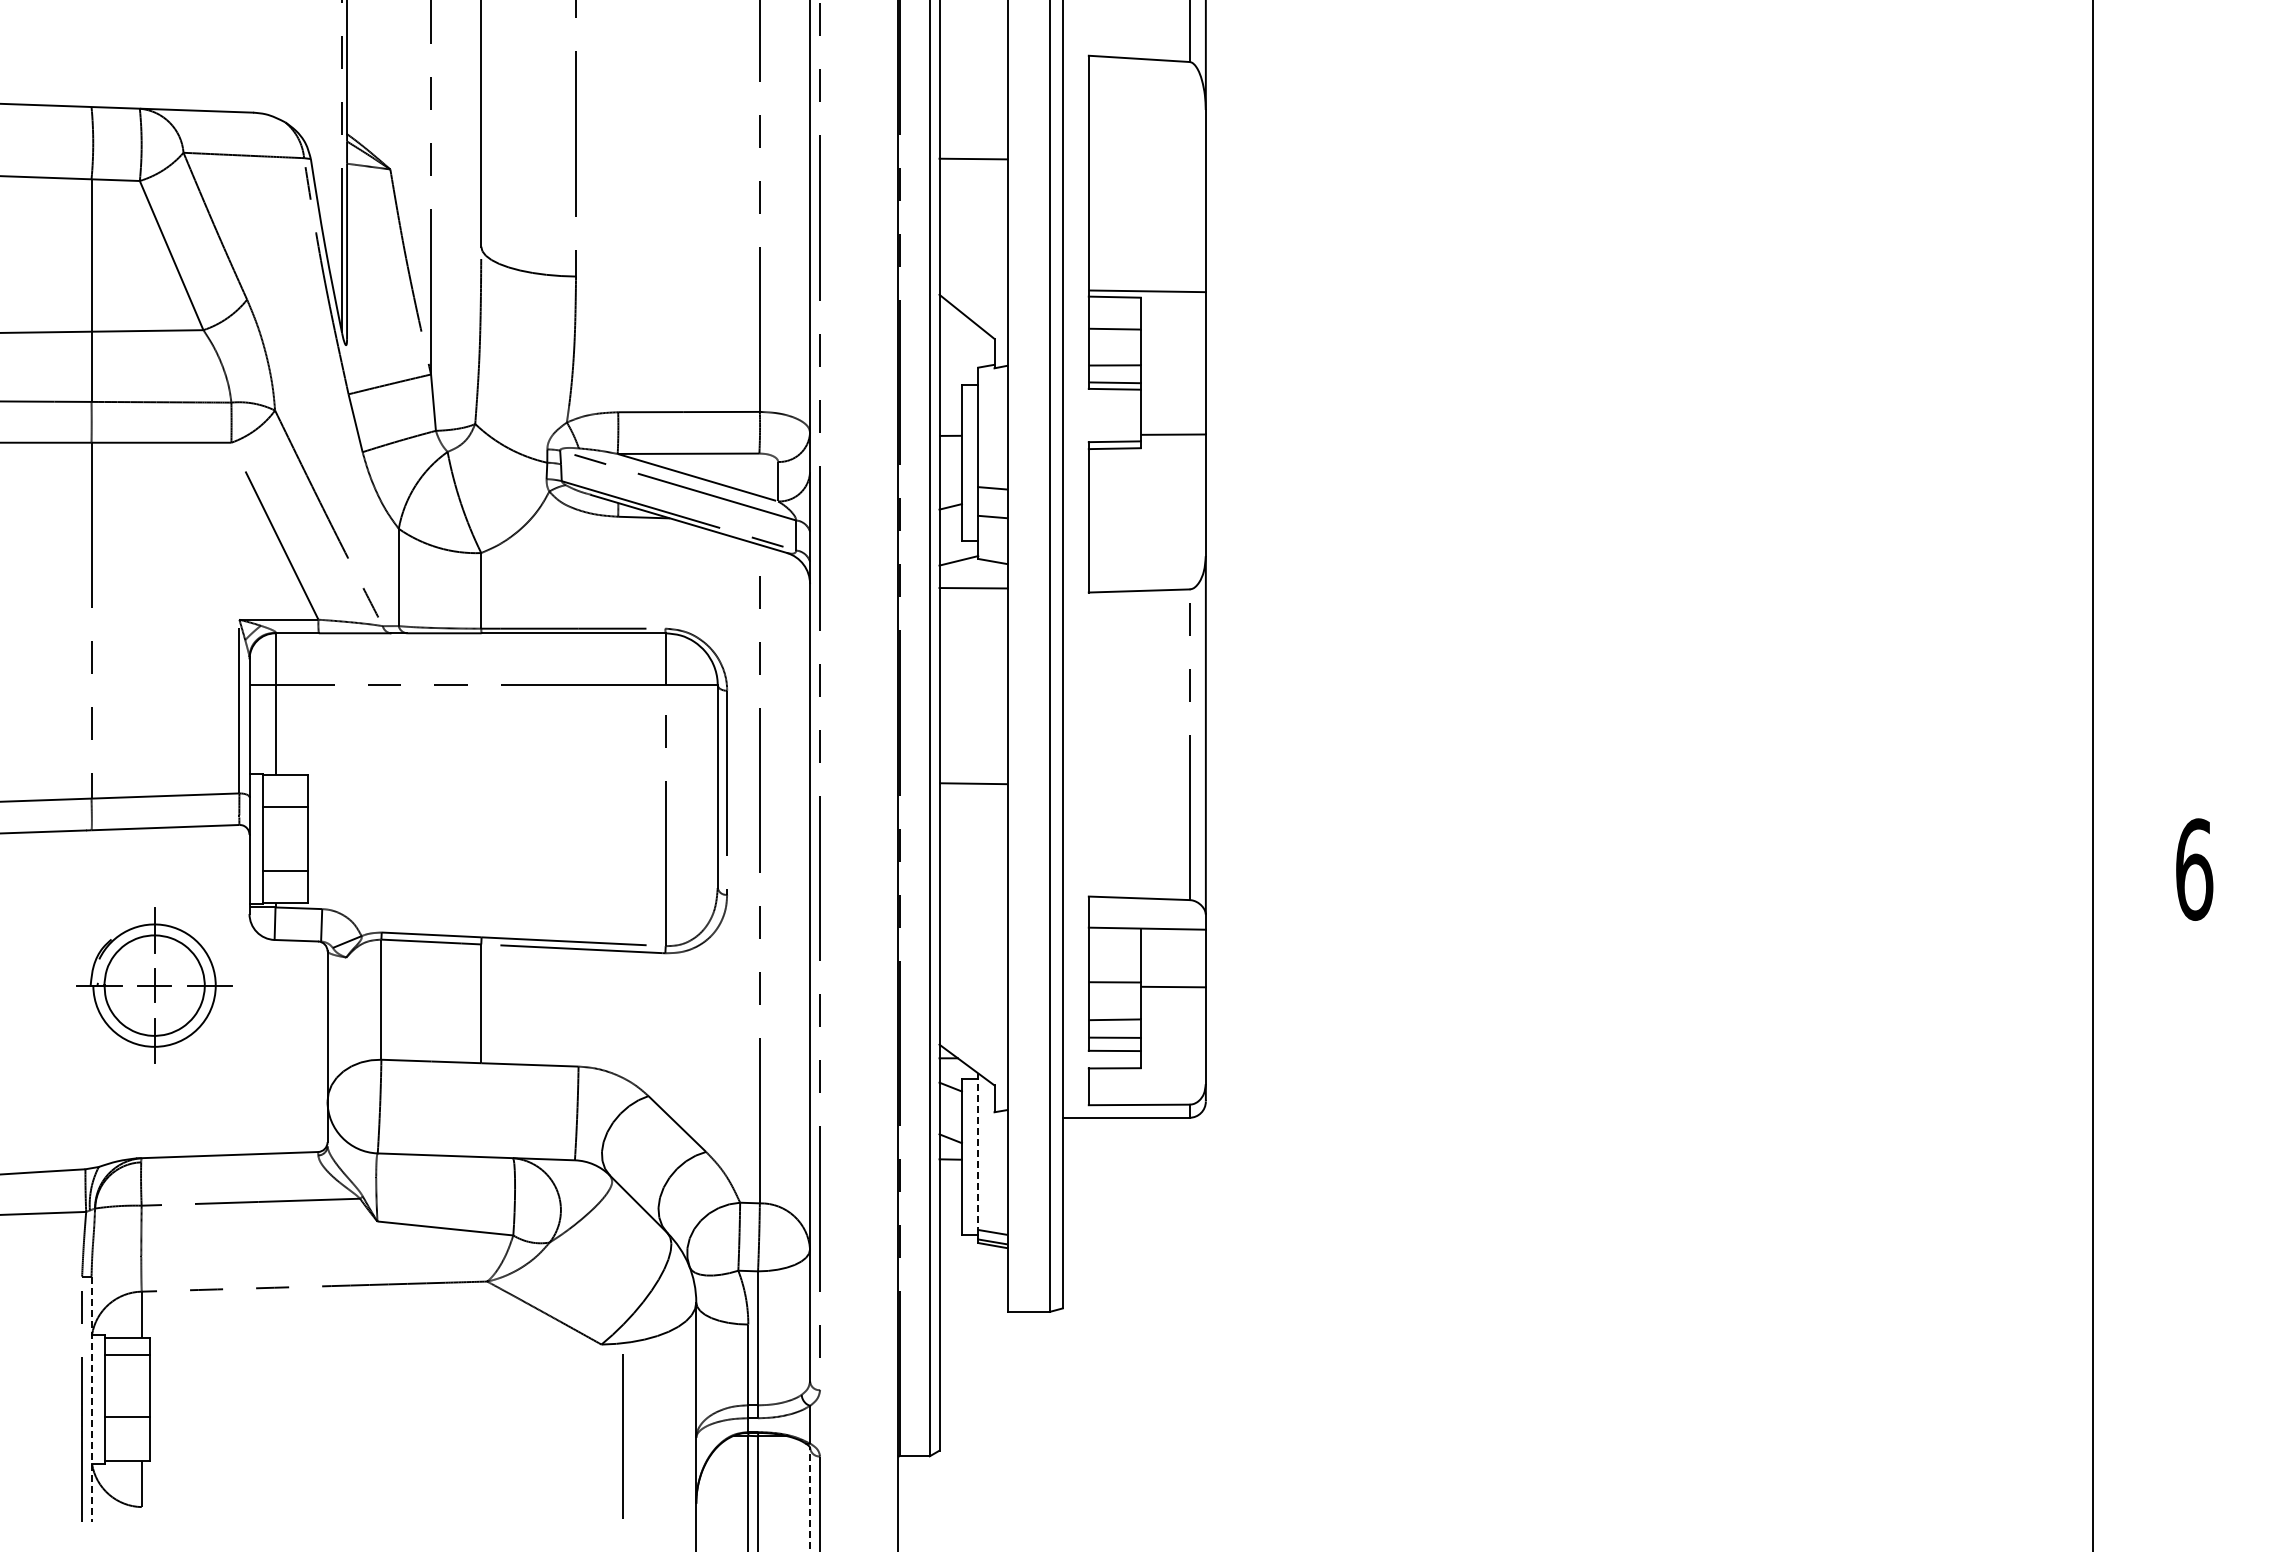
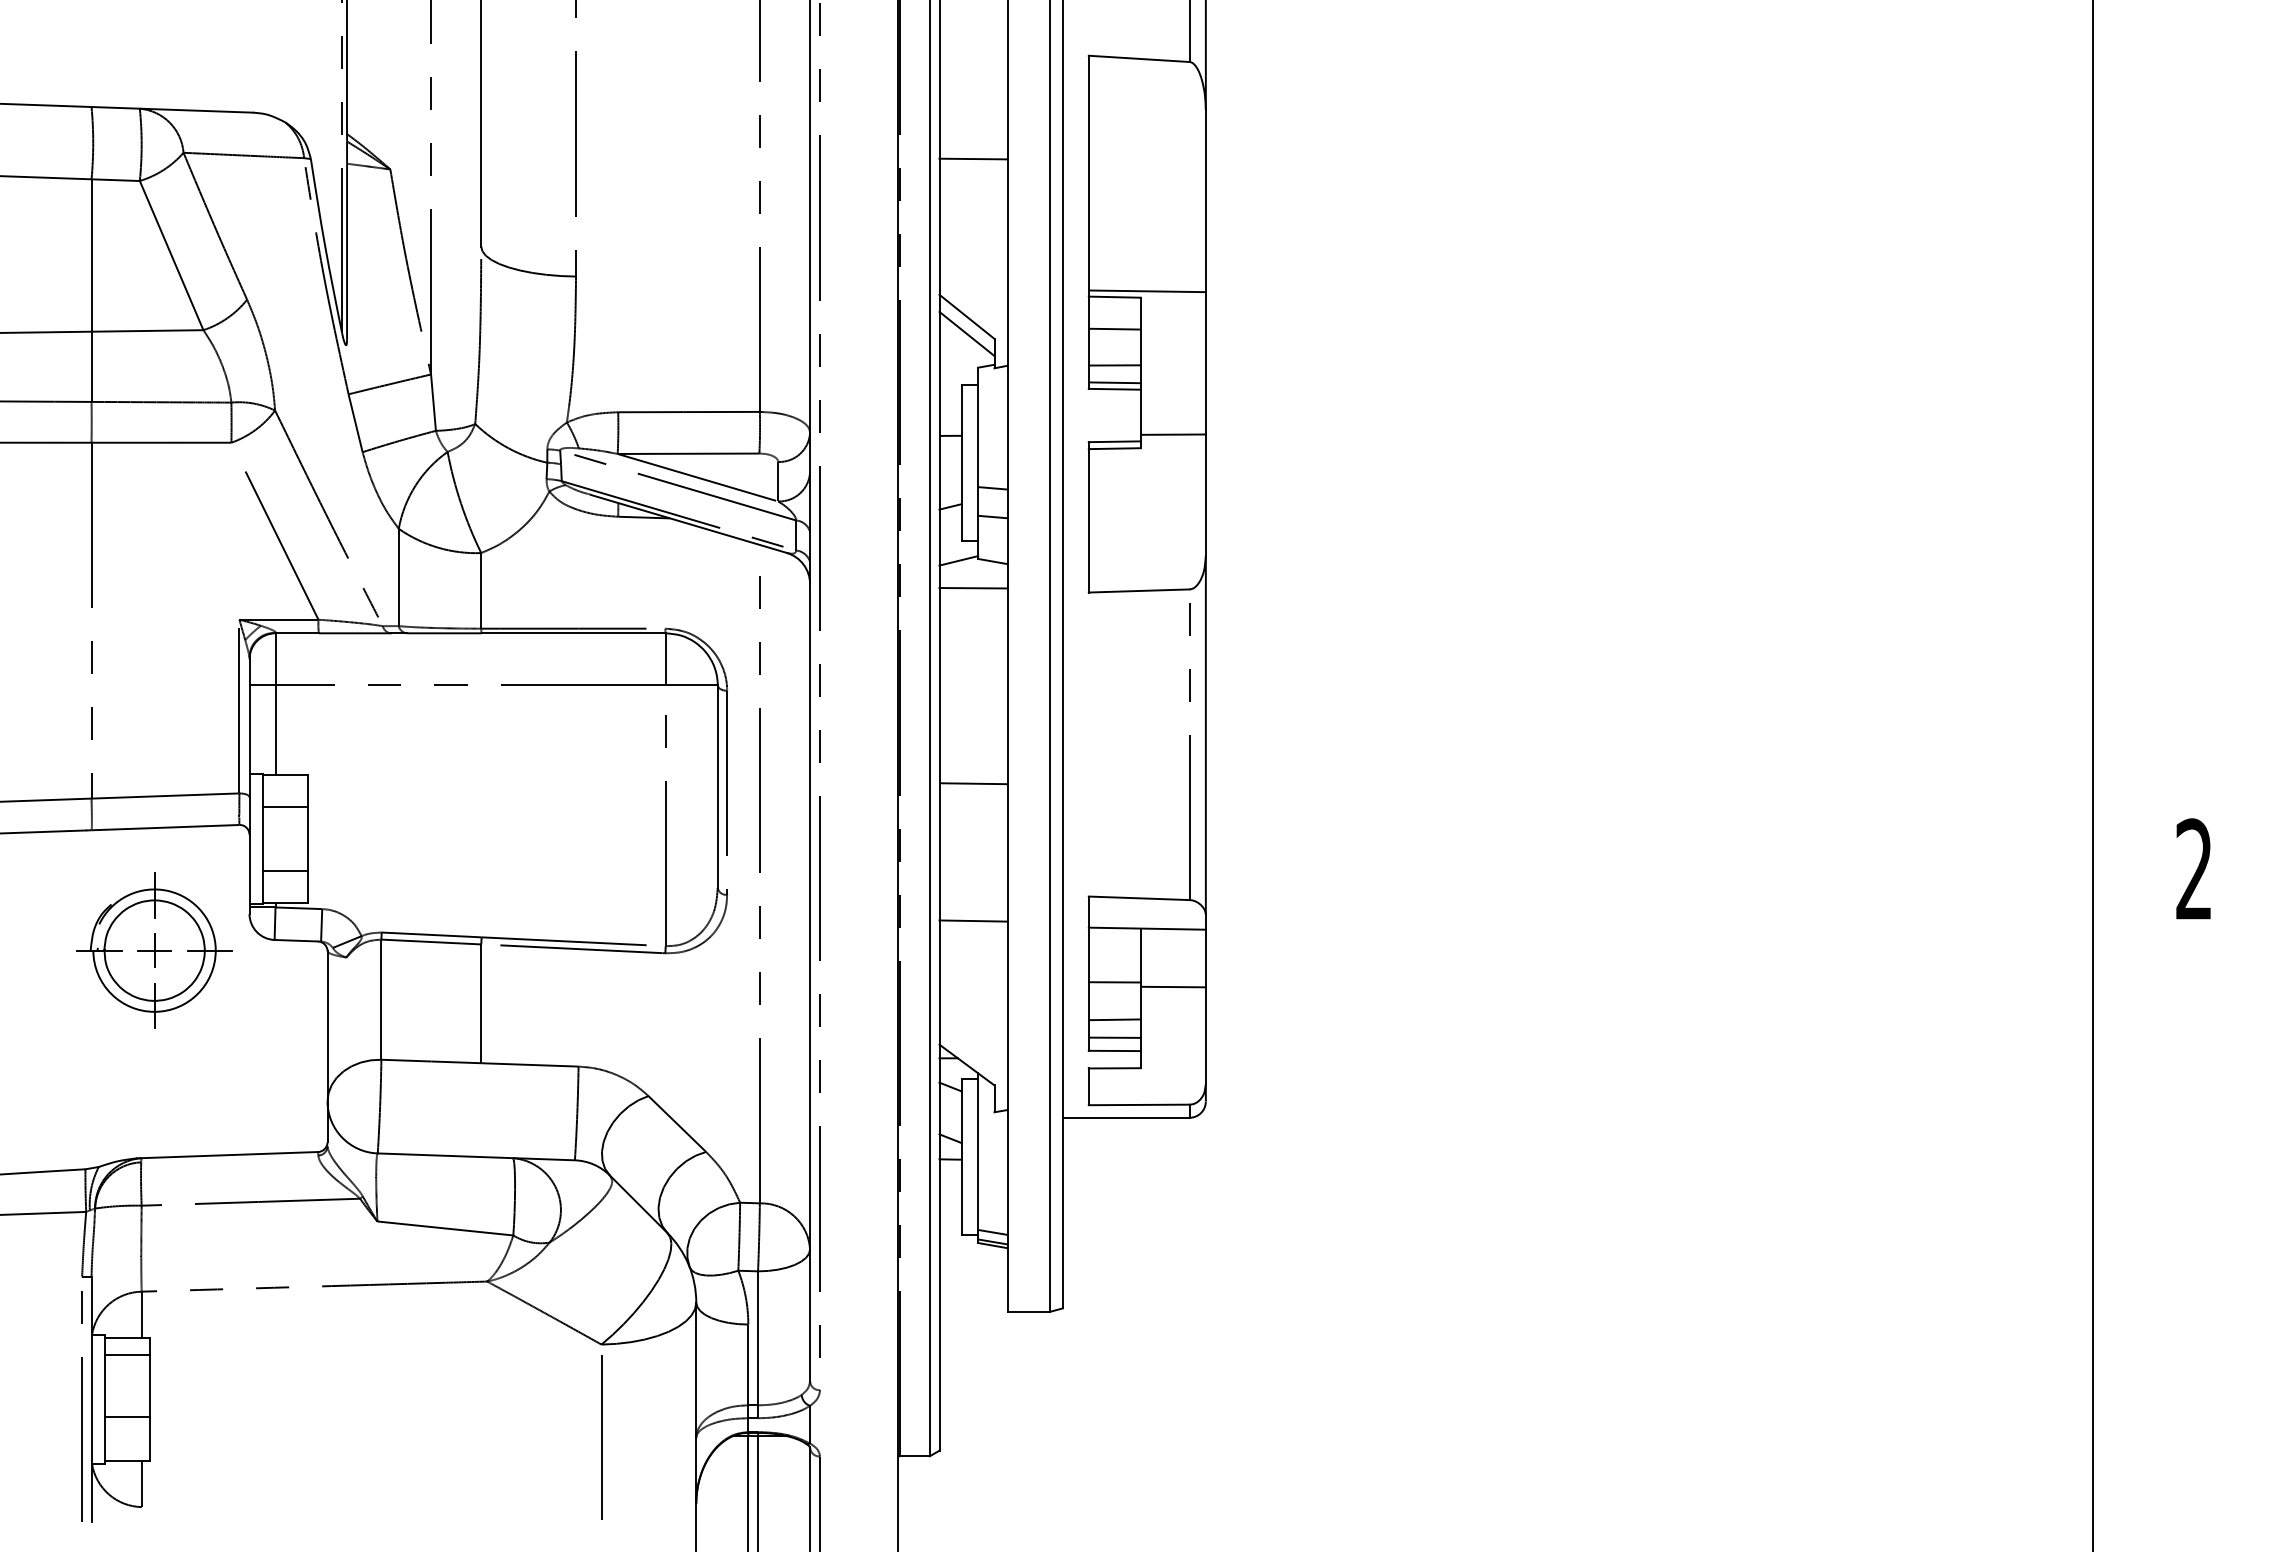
line at (966, 333): none -> present
text at (2194, 869): 6 -> 2
line at (973, 920): none -> present
part at (154, 985) position: (154, 985) -> (154, 950)
line at (978, 1152): dashed -> solid
line at (91, 1399): dashed -> solid
line at (622, 1436) position: (622, 1436) -> (601, 1437)
line at (810, 1499): dashed -> solid
